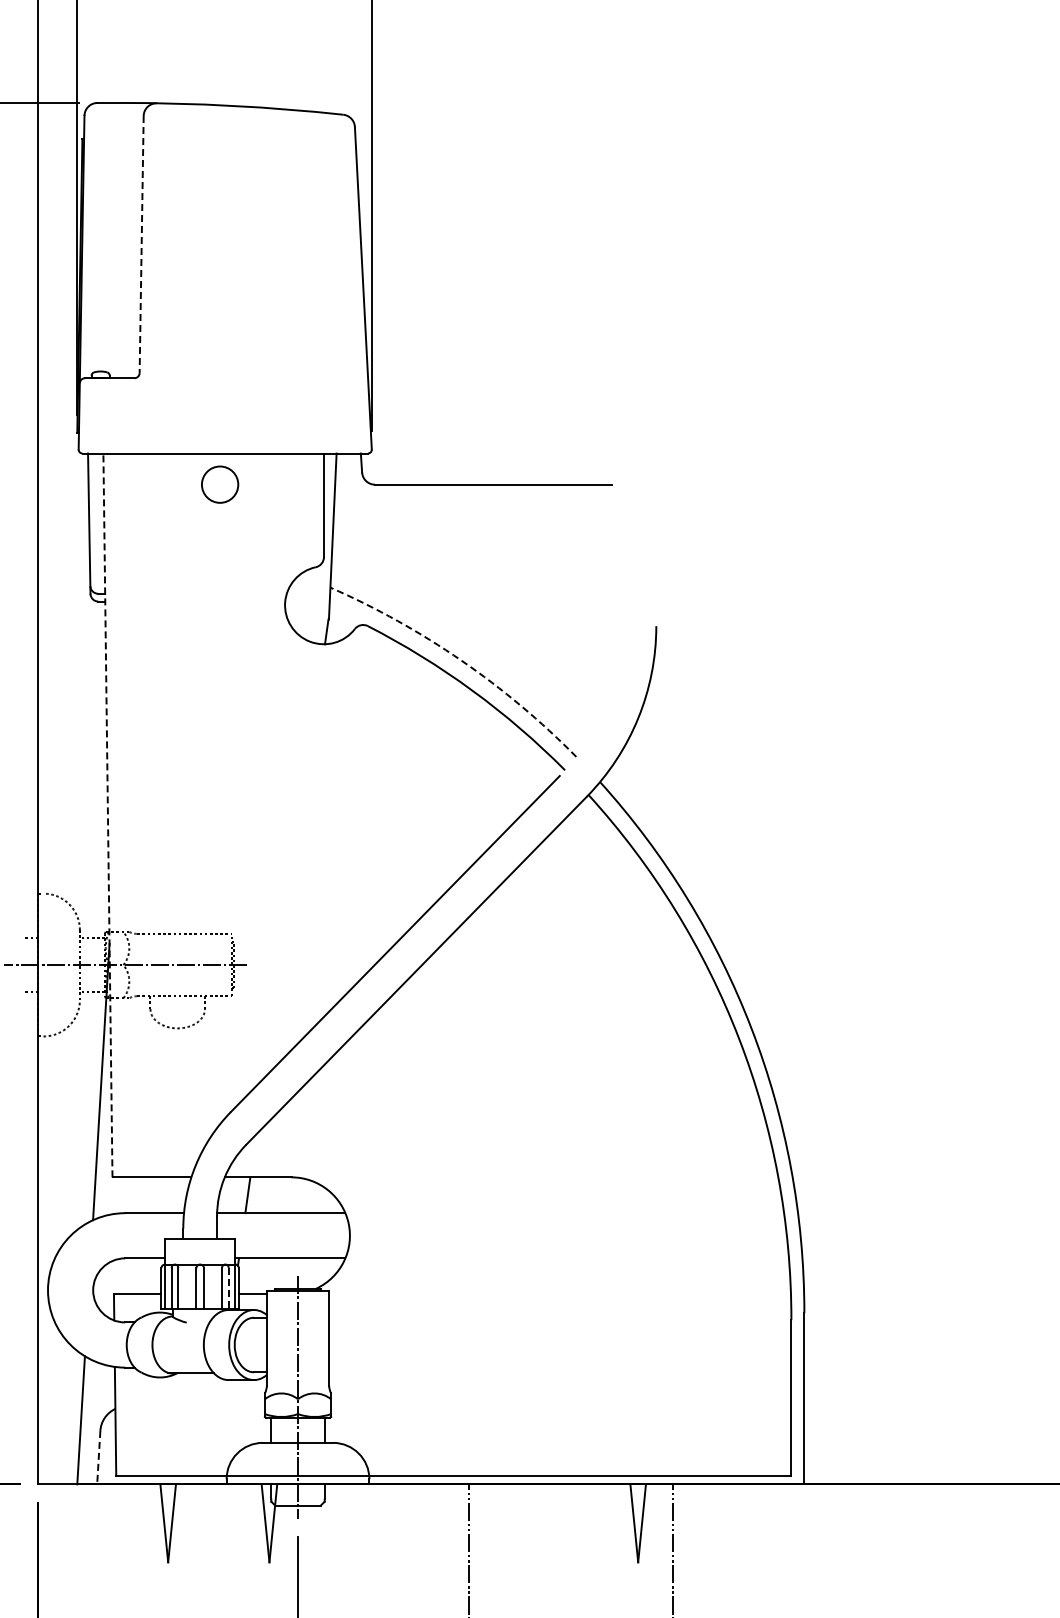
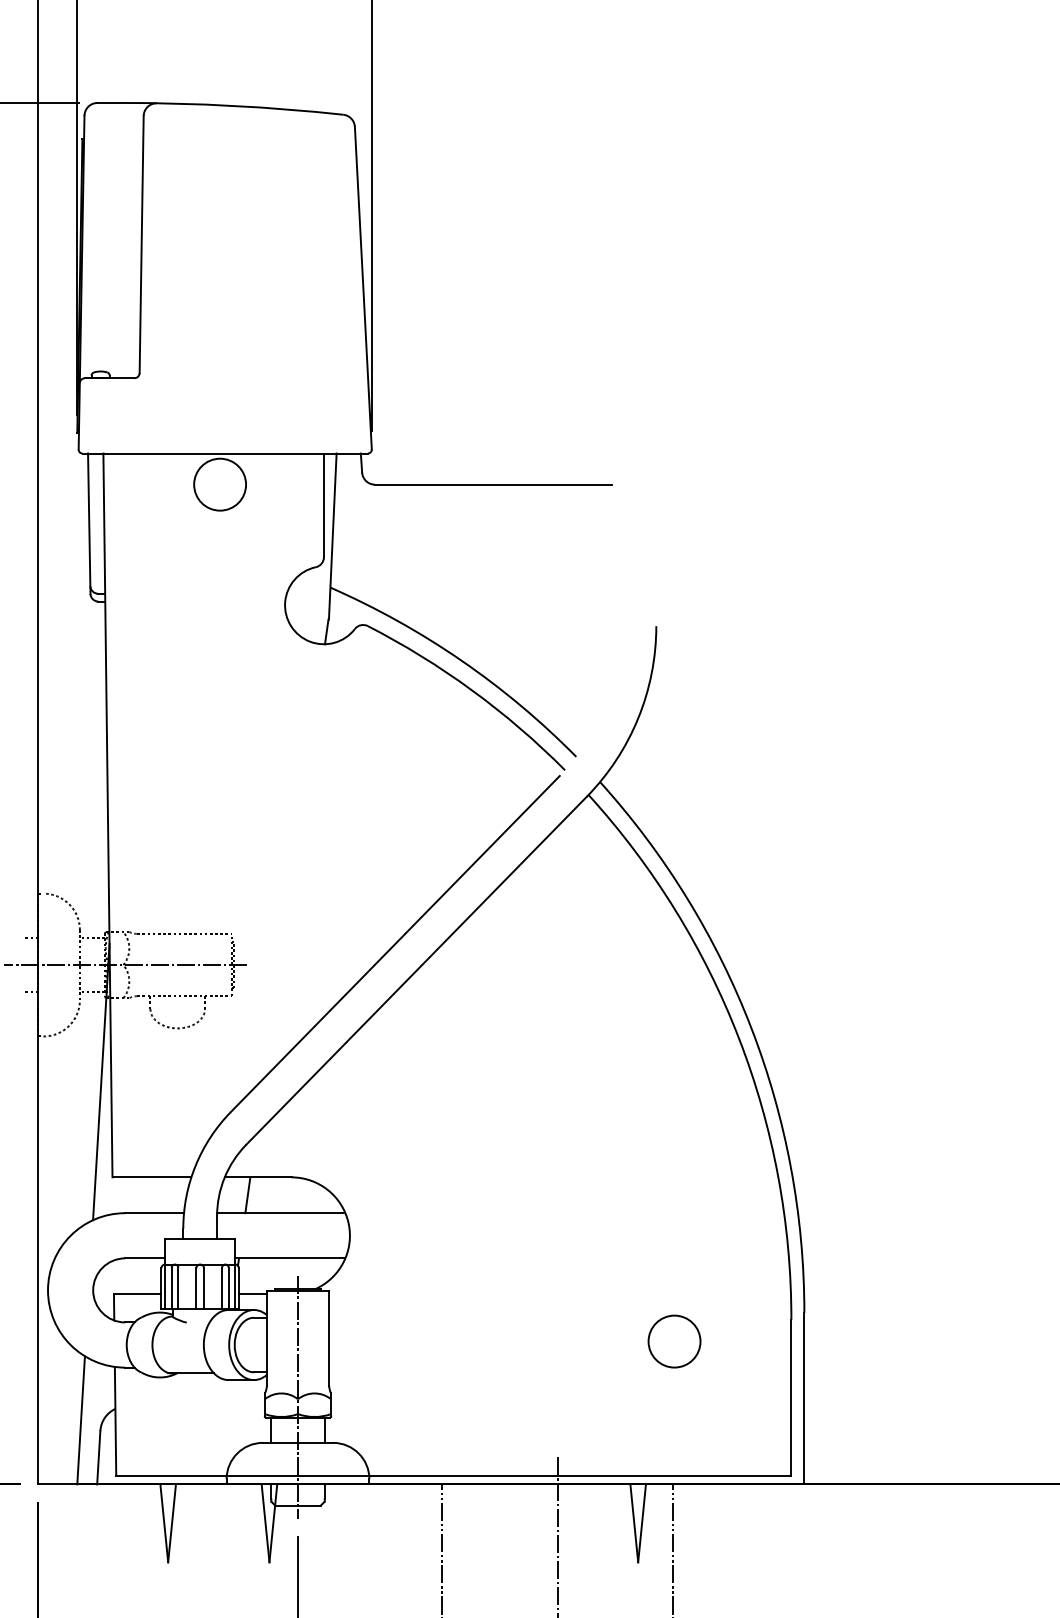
line at (141, 244): dashed -> solid
circle at (219, 484) diameter: 36 px -> 52 px
arc at (461, 660): dashed -> solid
line at (107, 815): dashed -> solid
line at (228, 1288): dashed -> solid
circle at (674, 1341): none -> present
line at (98, 1457): dashed -> solid
line at (557, 1535): none -> present
line at (469, 1549) position: (469, 1549) -> (442, 1549)
